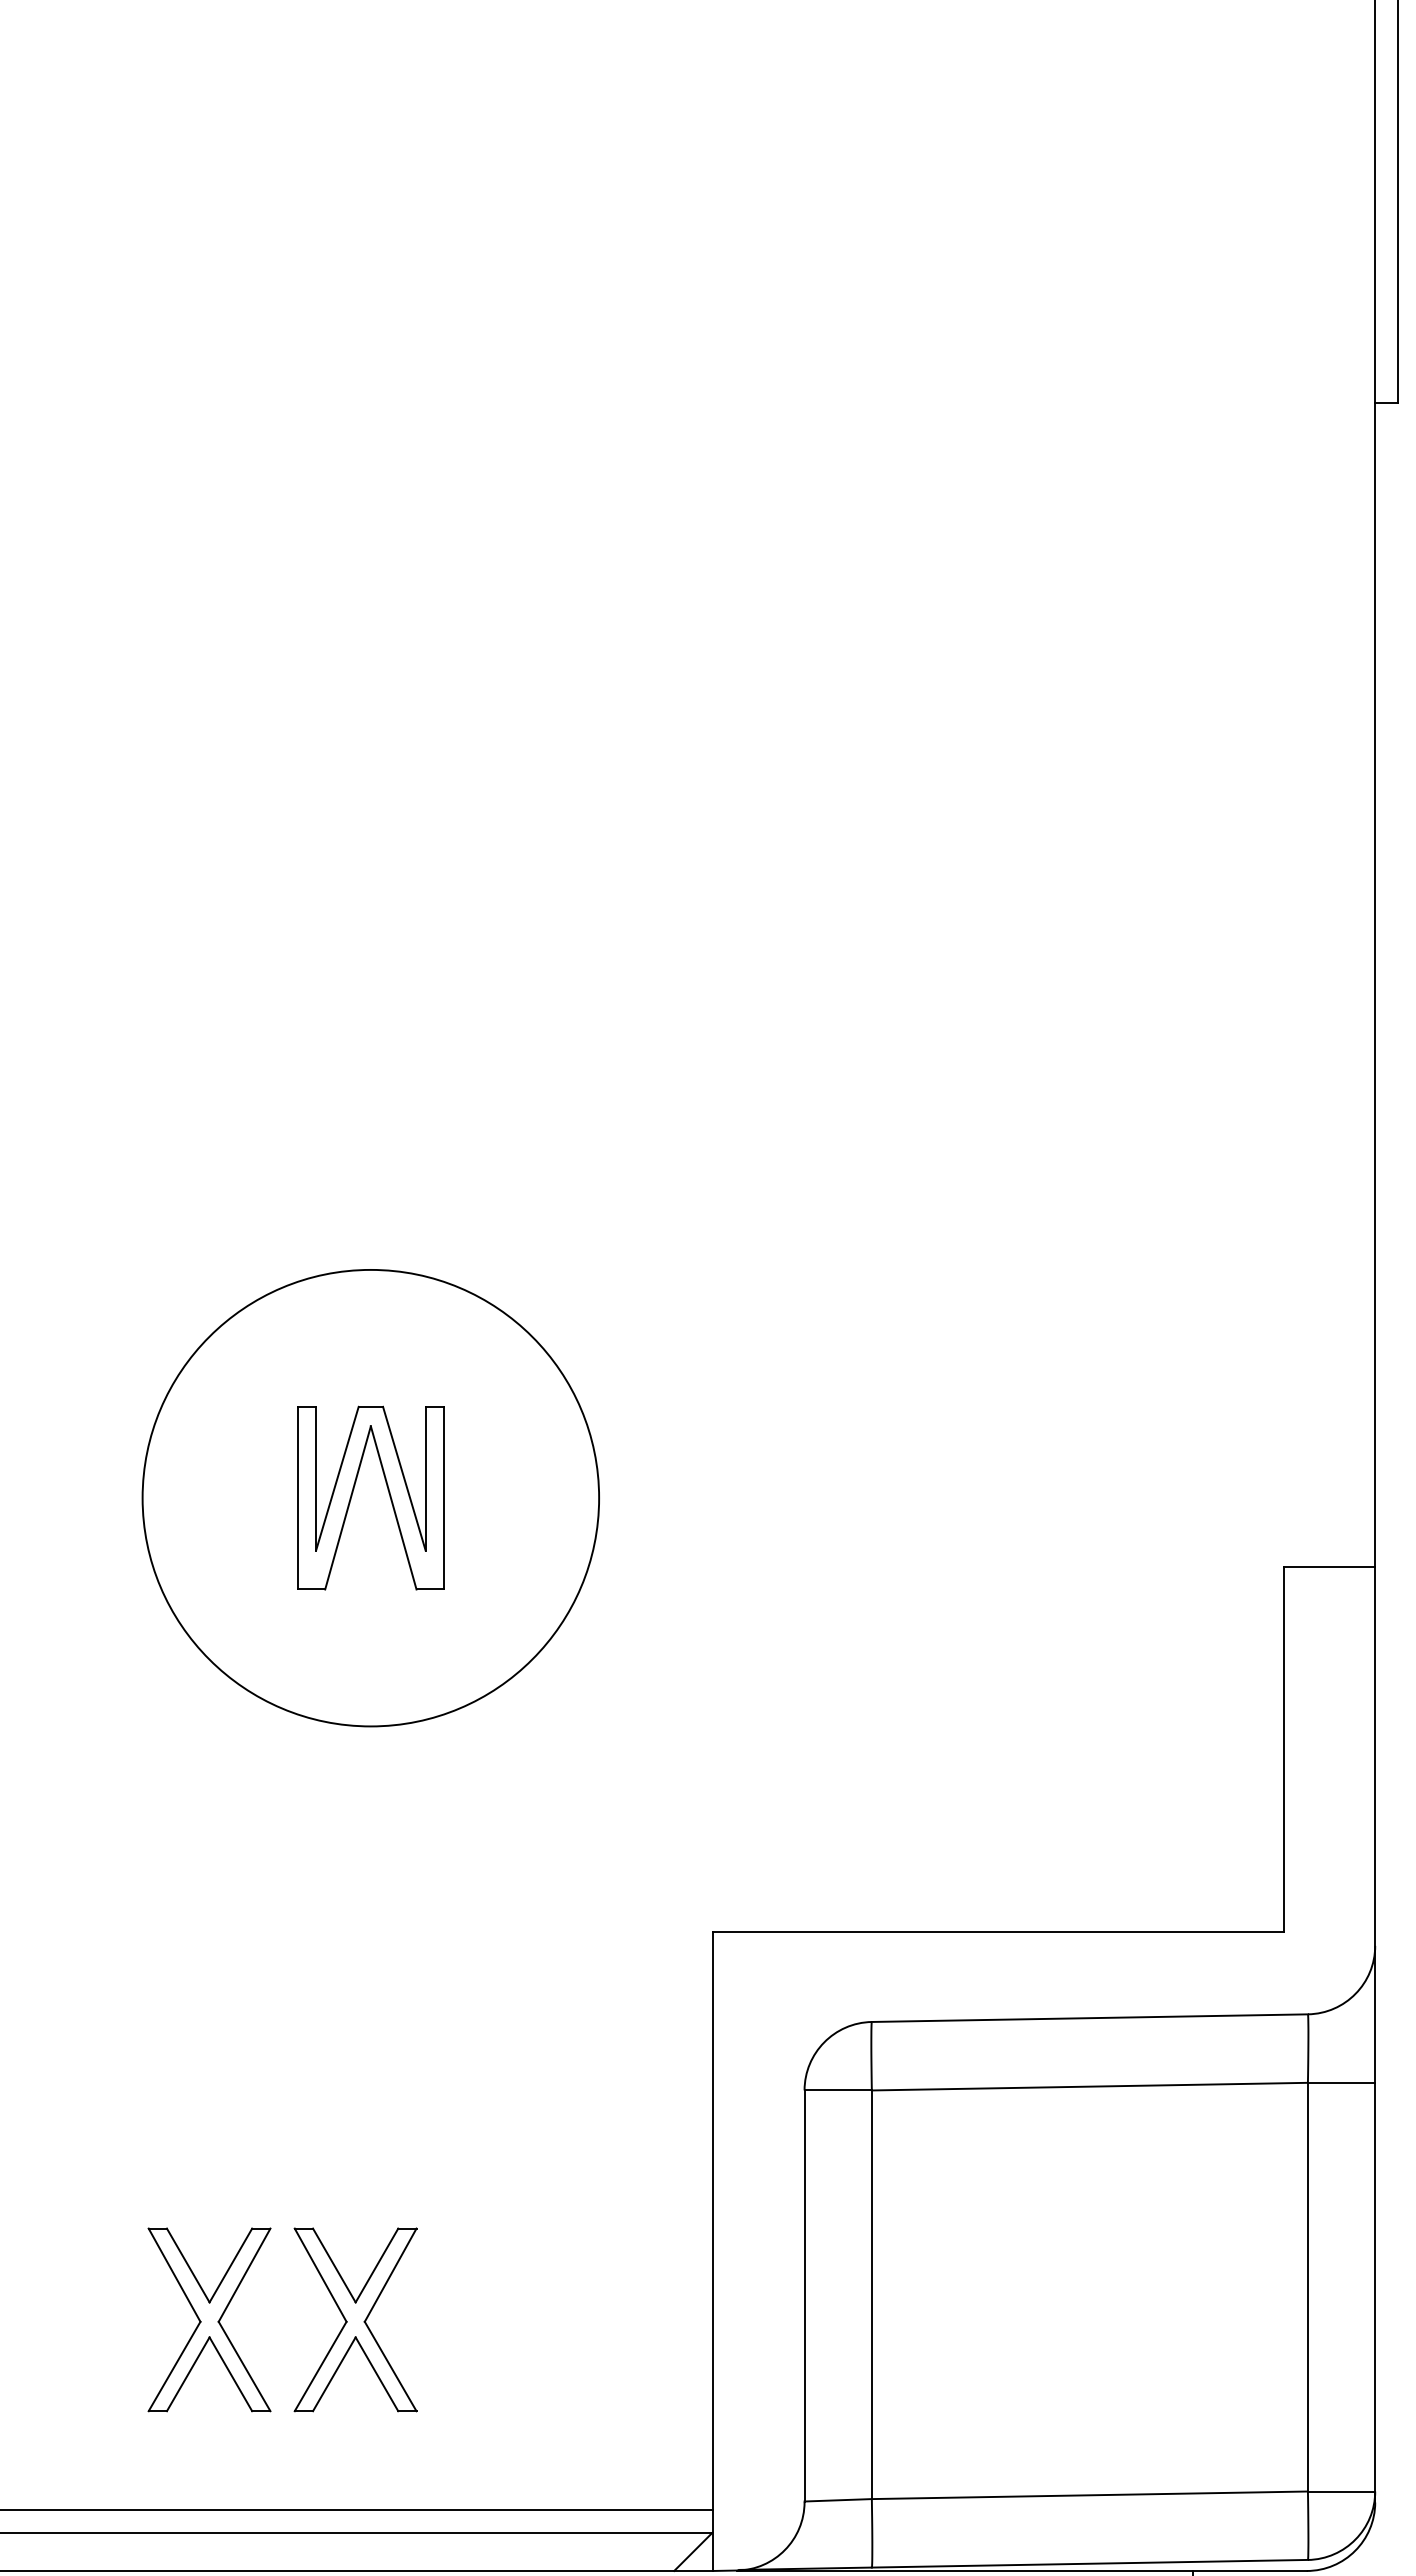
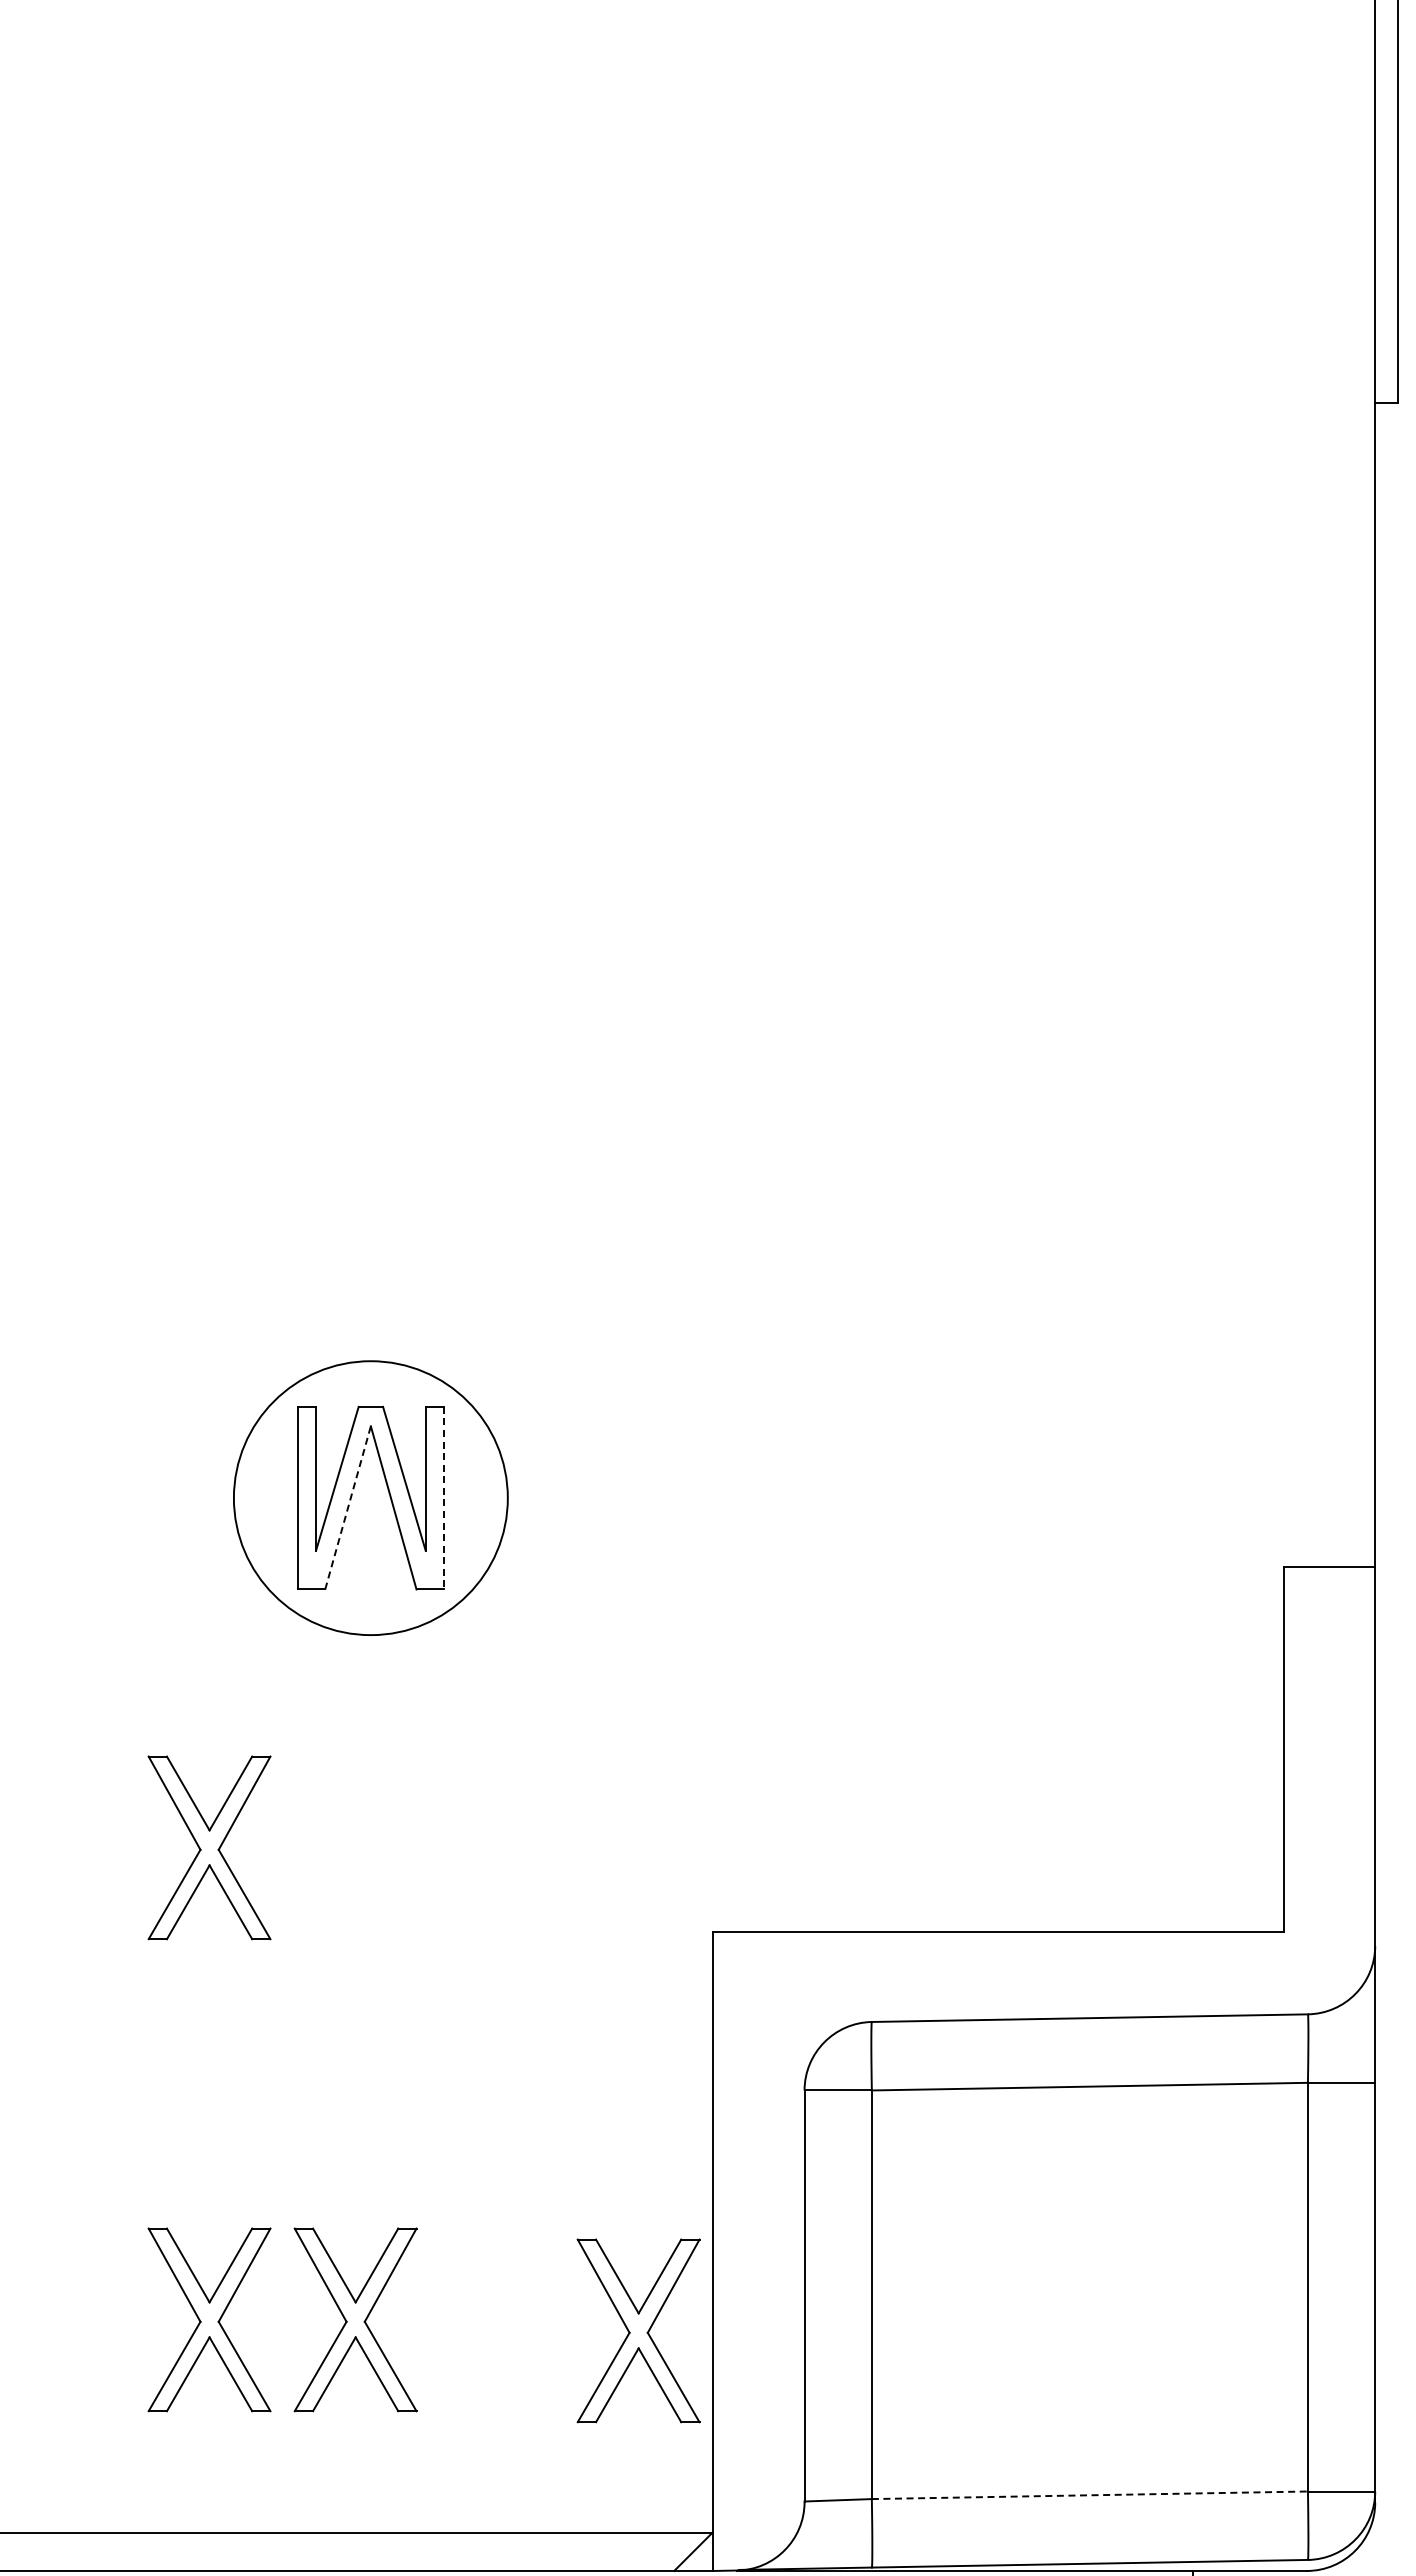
circle at (370, 1497) diameter: 457 px -> 274 px
line at (443, 1498): solid -> dashed
line at (348, 1507): solid -> dashed
part at (209, 1847): none -> present
part at (638, 2330): none -> present
line at (1090, 2495): solid -> dashed
line at (357, 2509): present -> none
